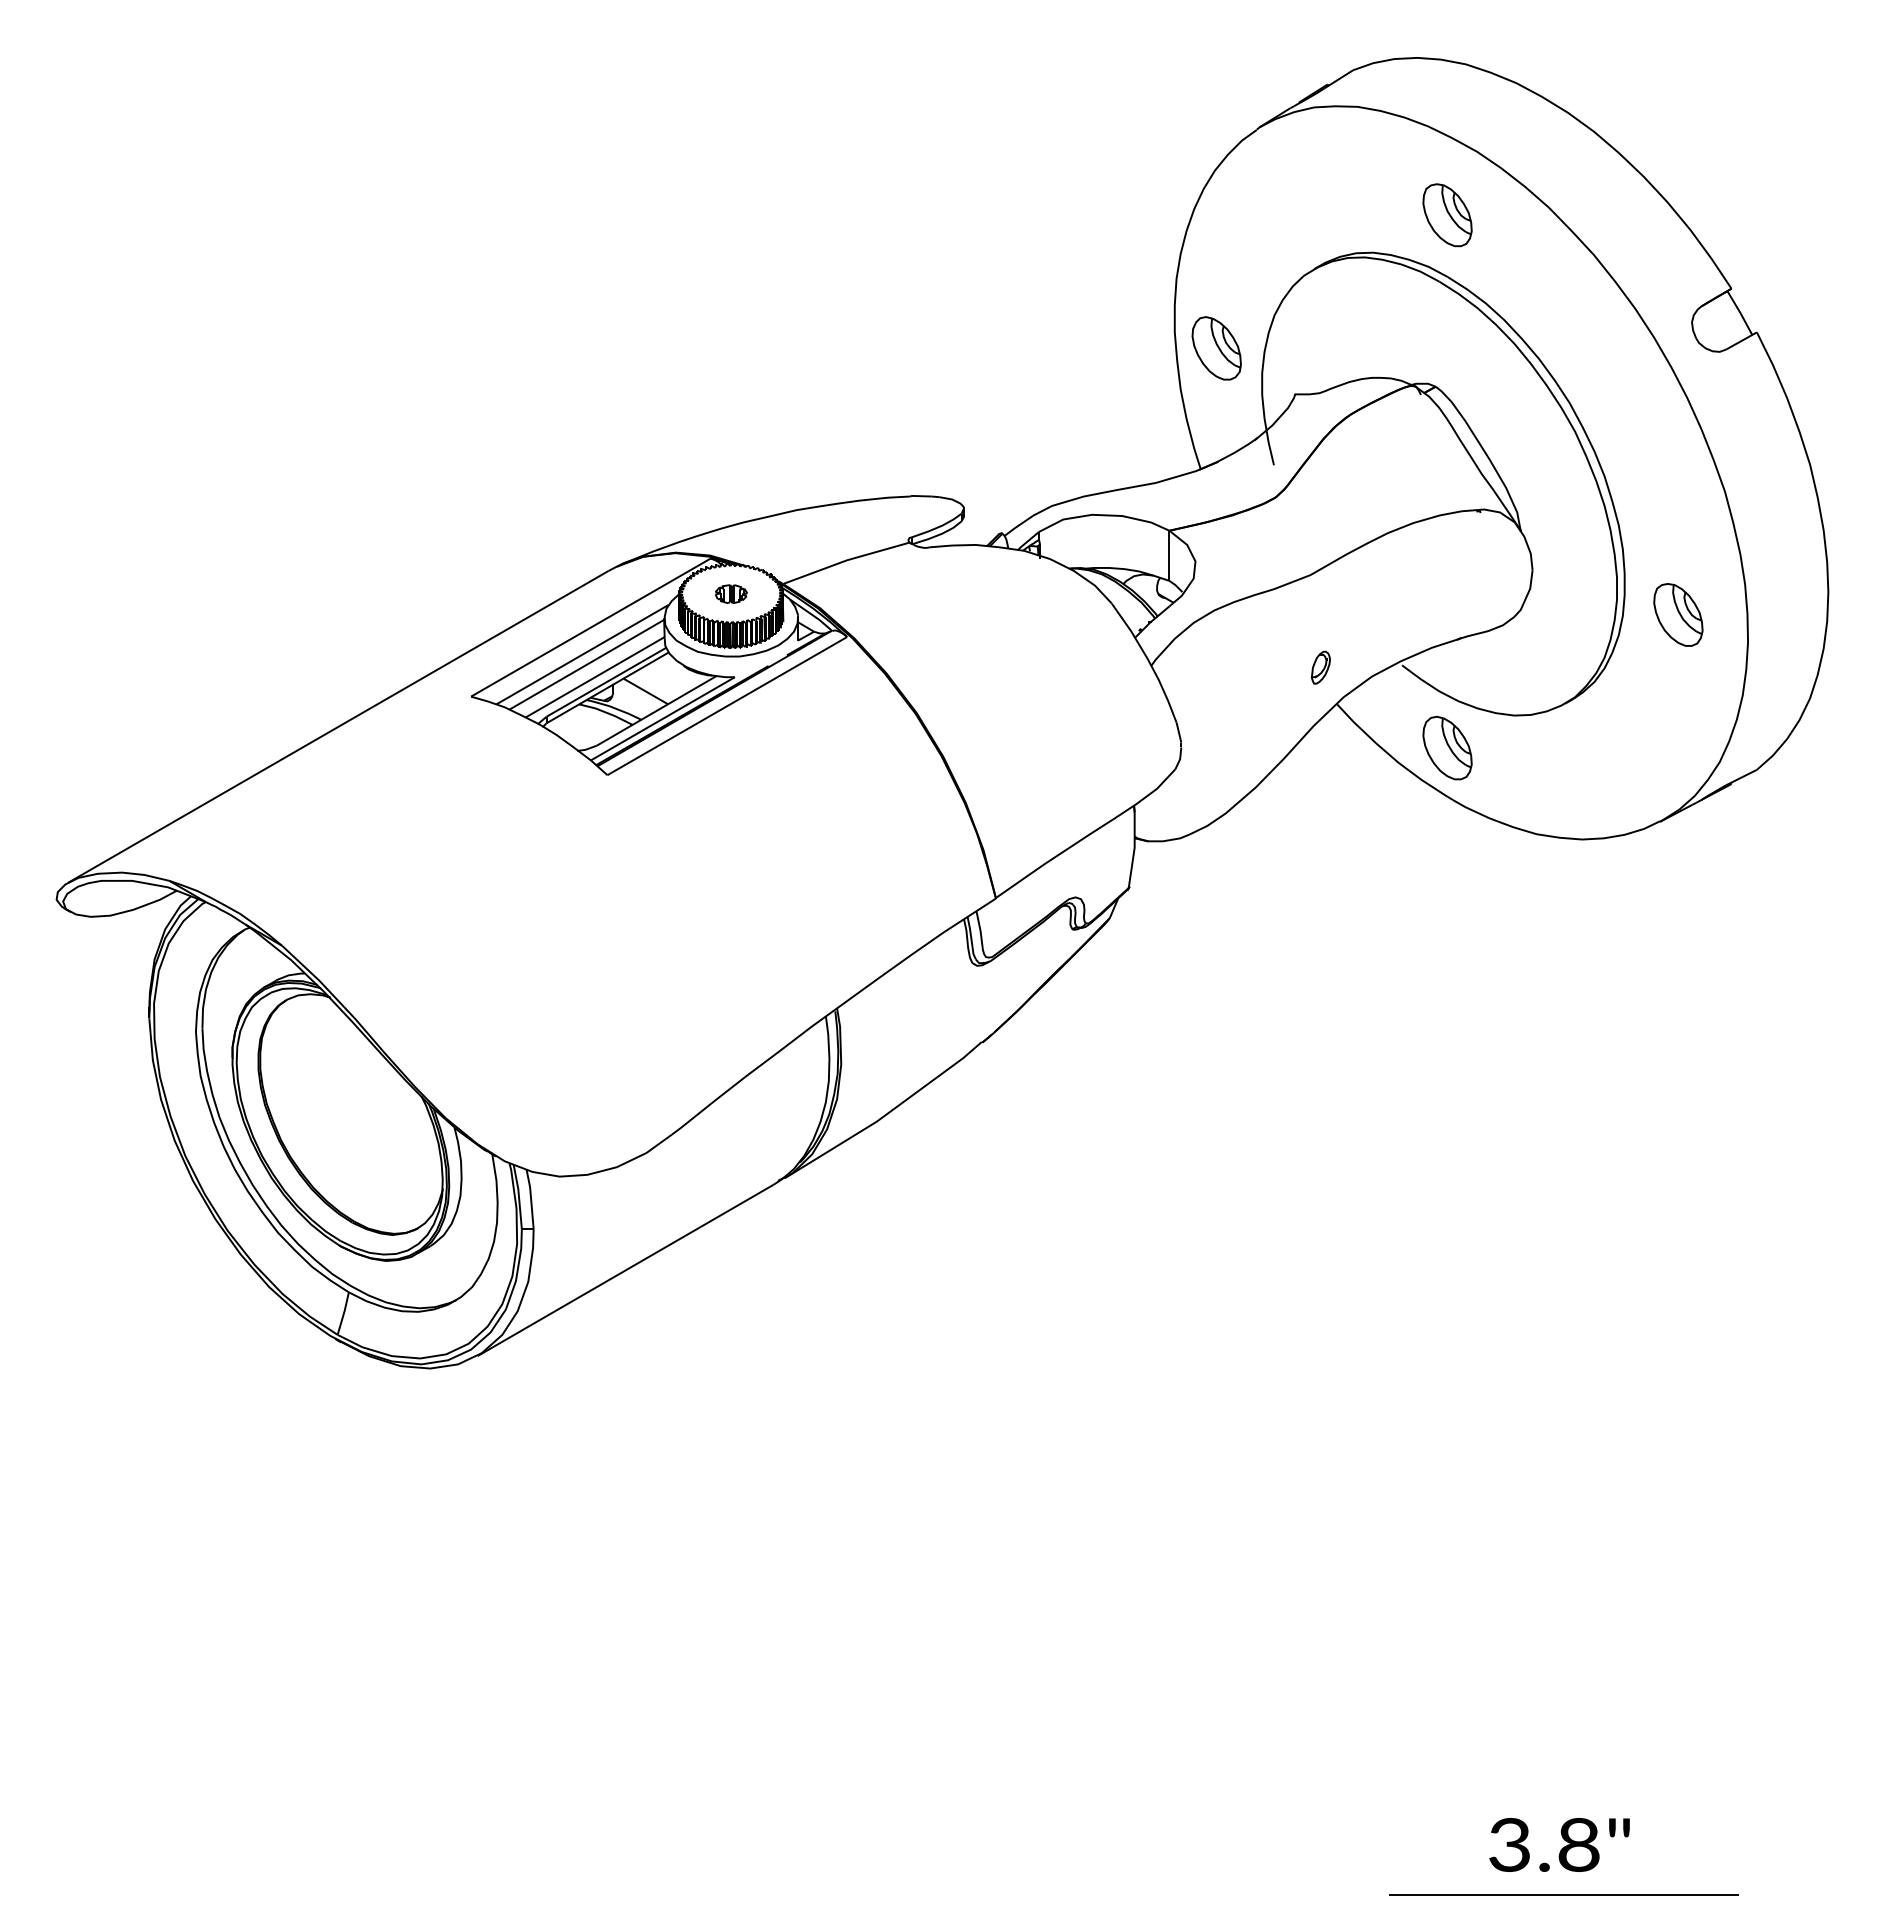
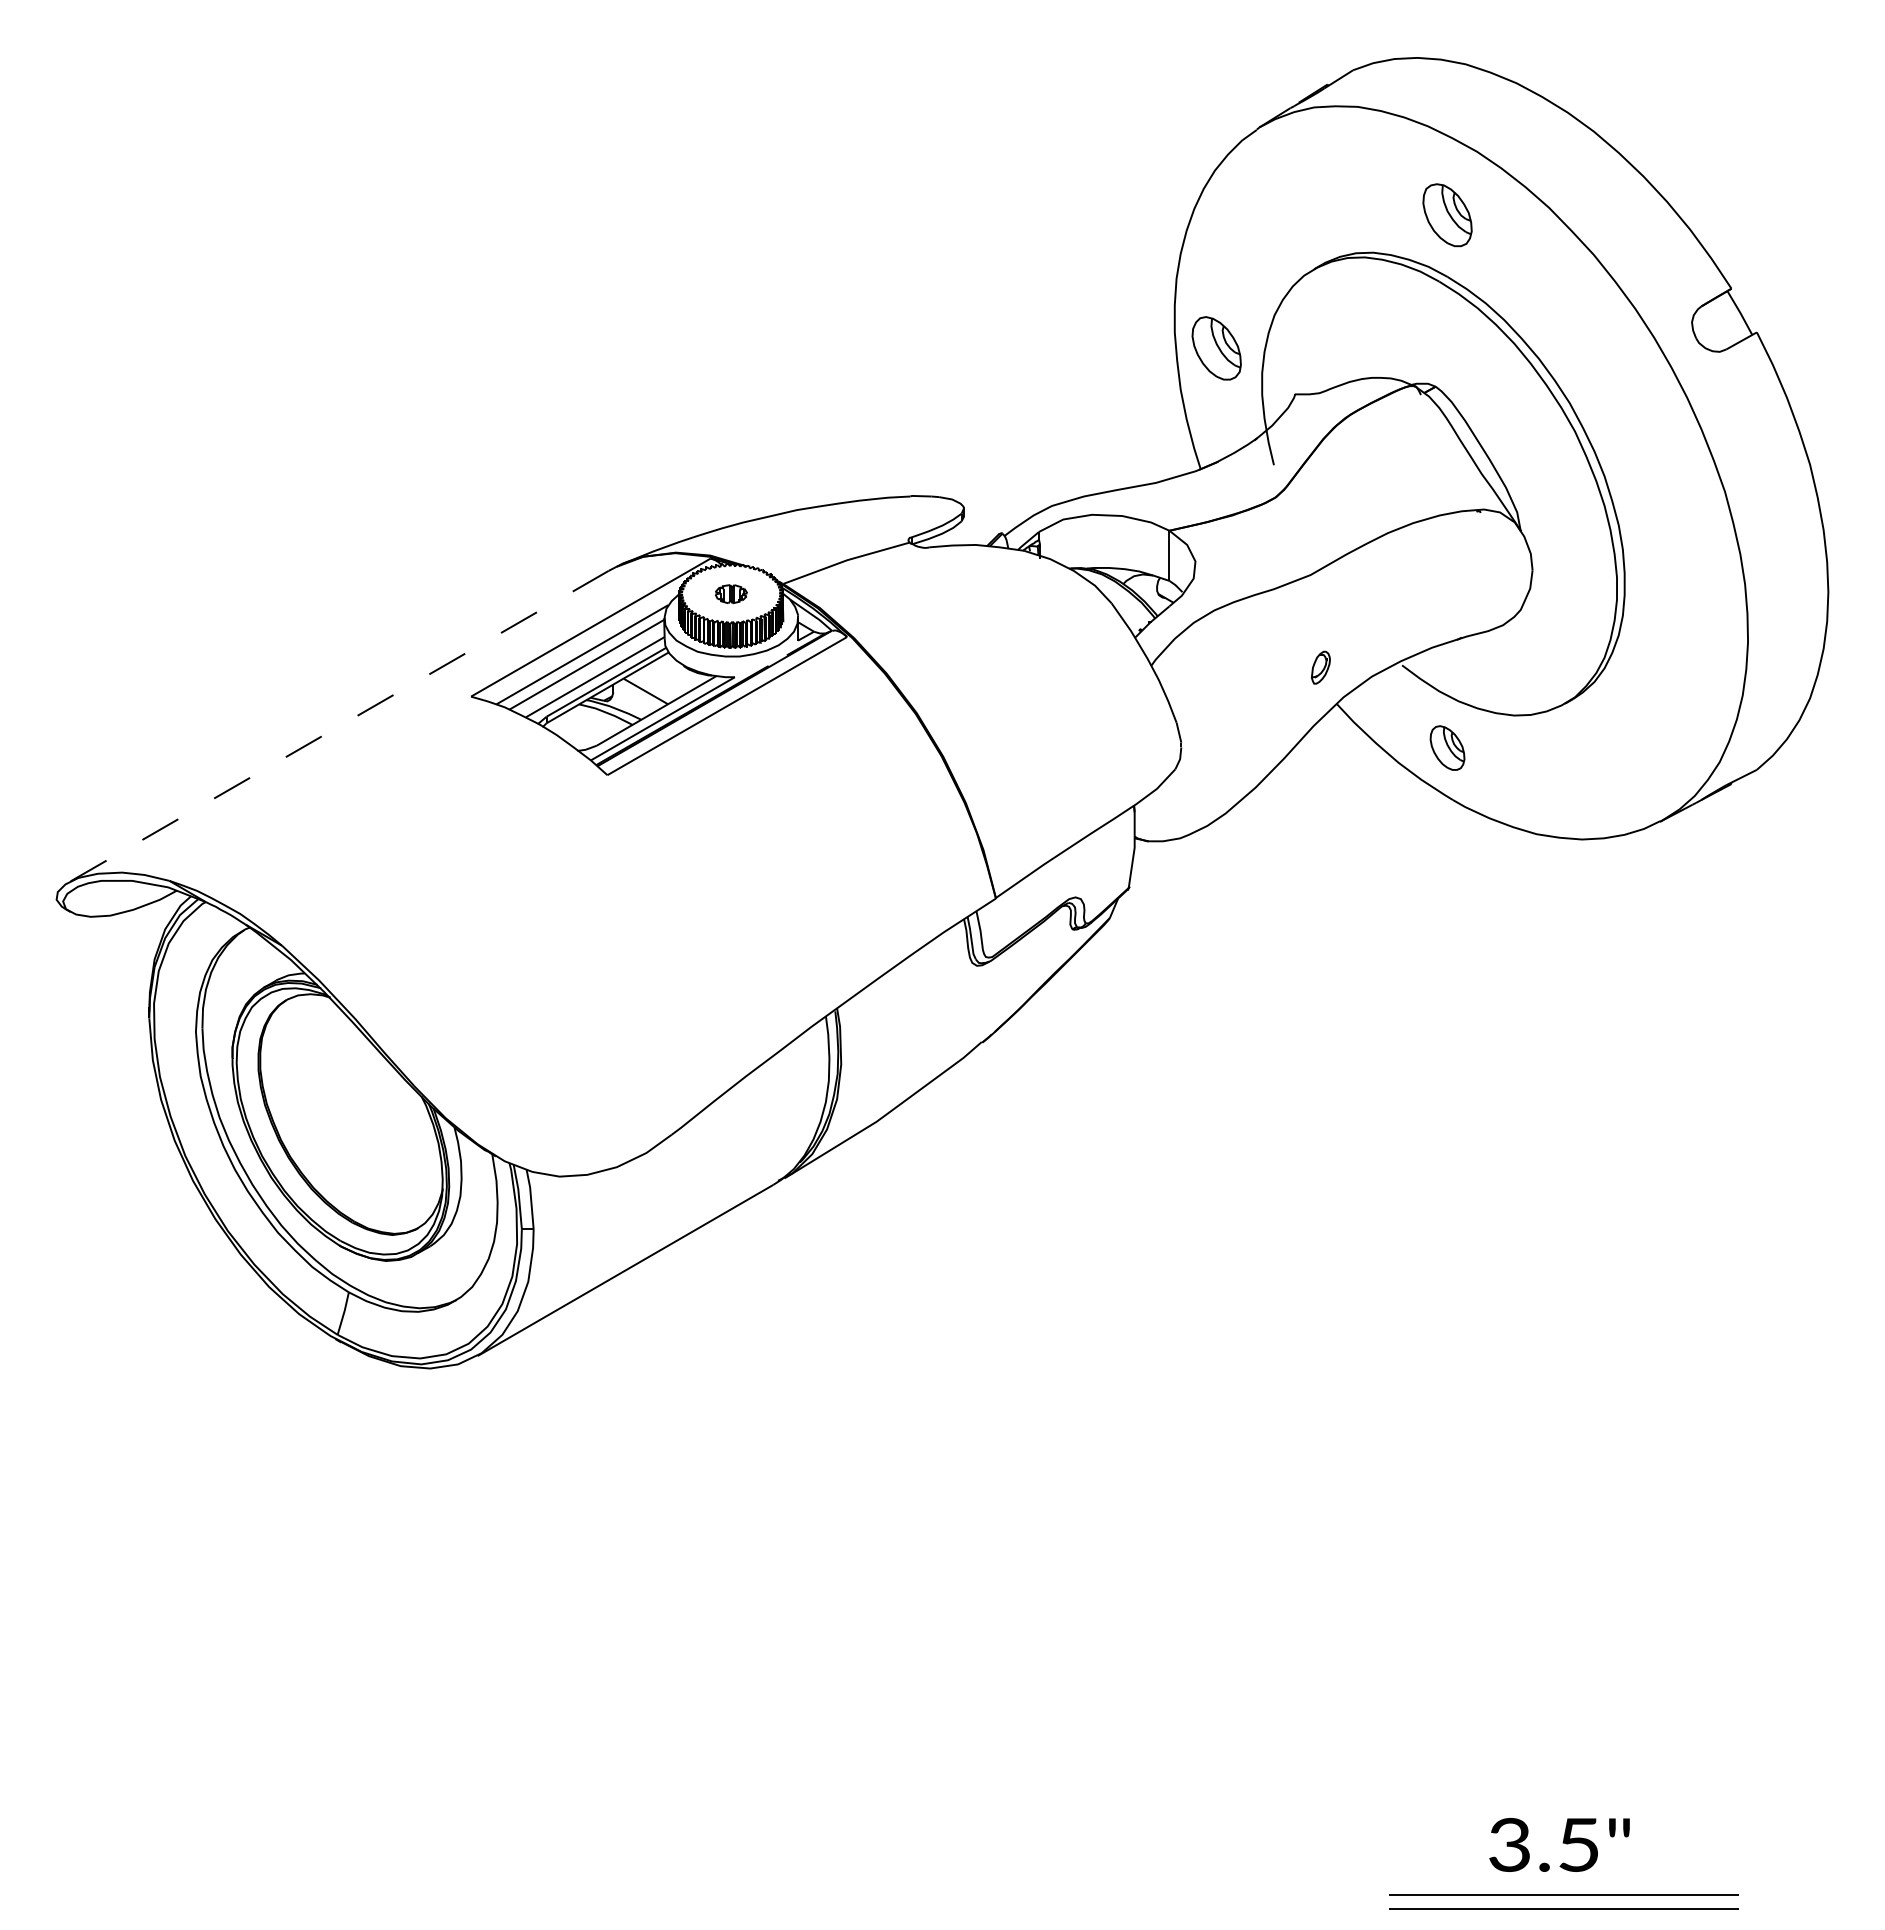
part at (1678, 614): present -> none
line at (338, 726): solid -> dashed
part at (1447, 747) size: 51x66 px -> 37x46 px
text at (1578, 1844): 3.8" -> 3.5"
line at (1563, 1908): none -> present
